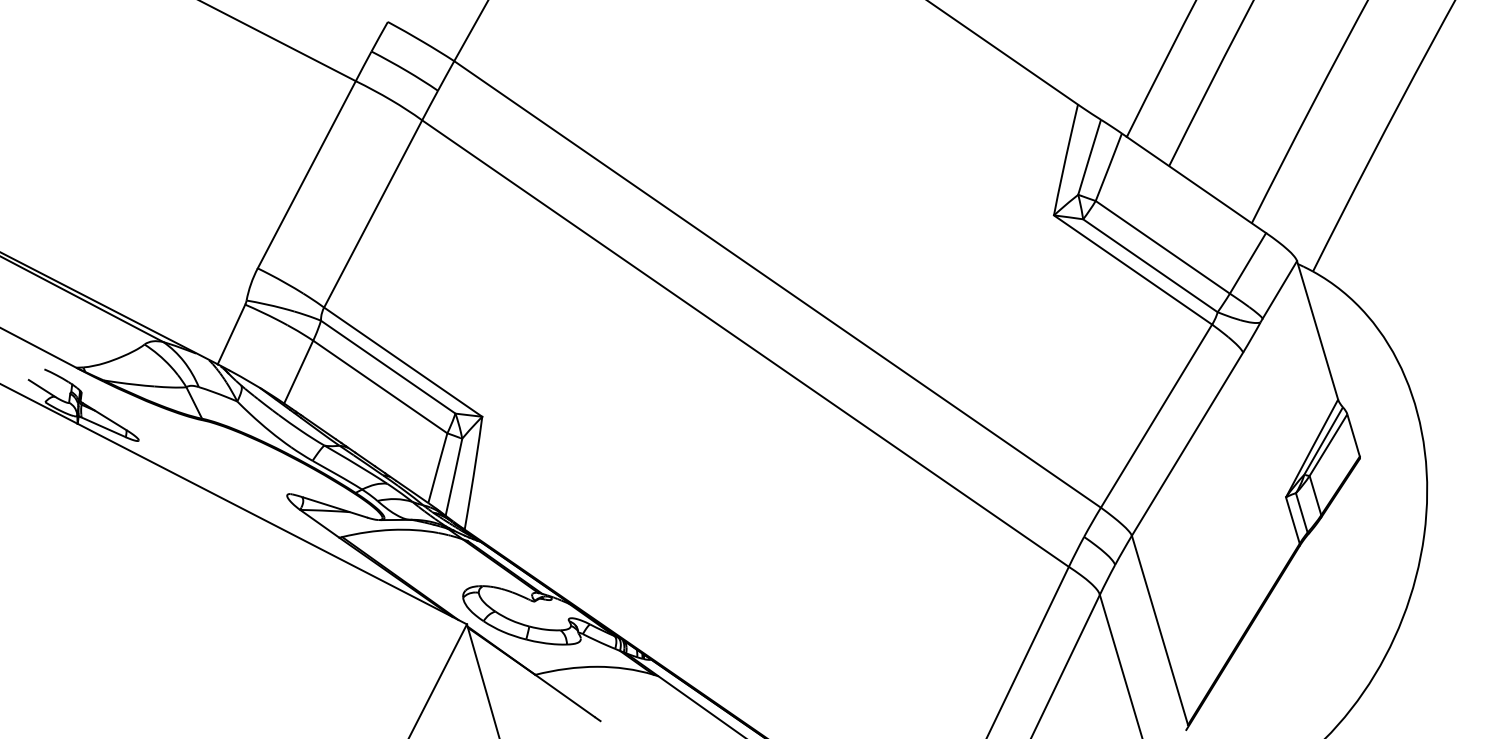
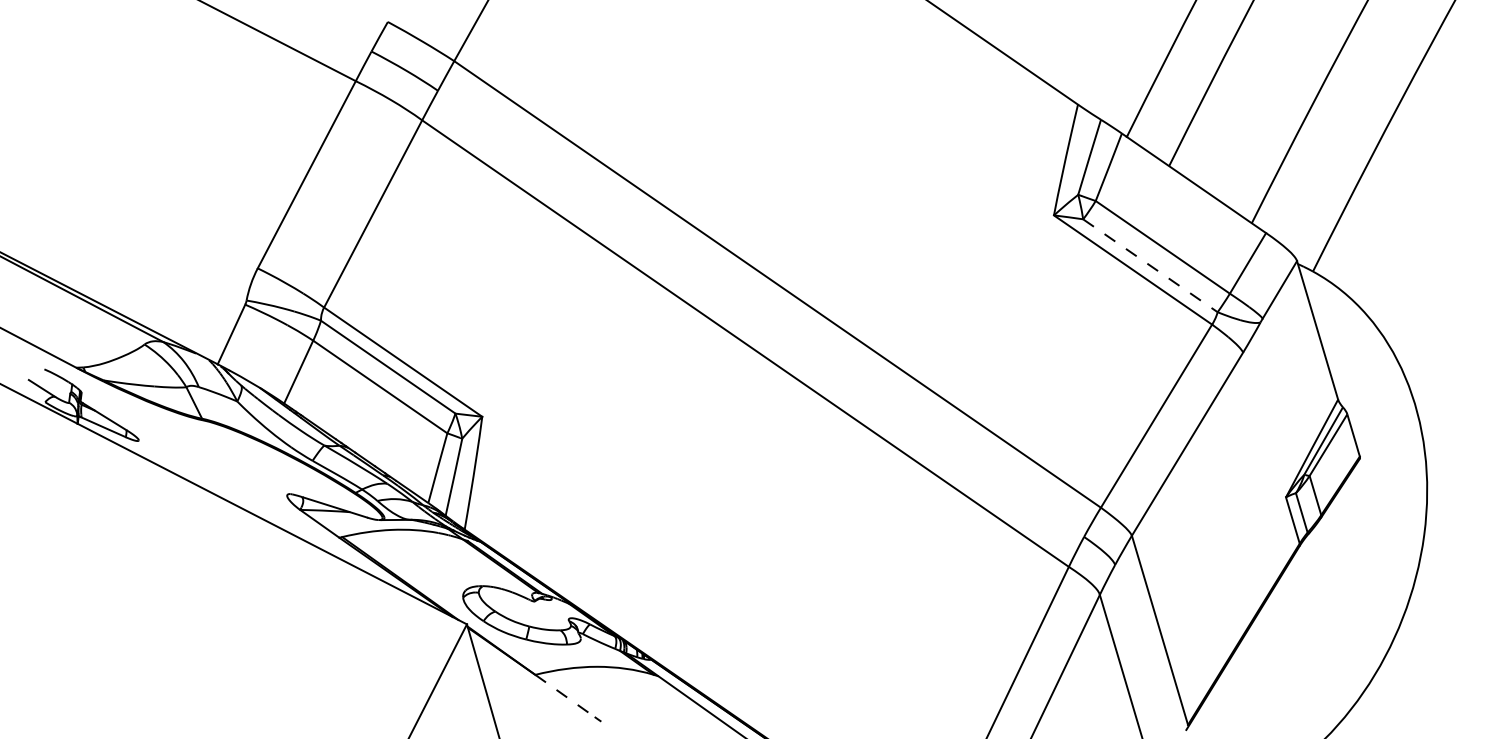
line at (1150, 265): solid -> dashed
line at (565, 696): solid -> dashed
